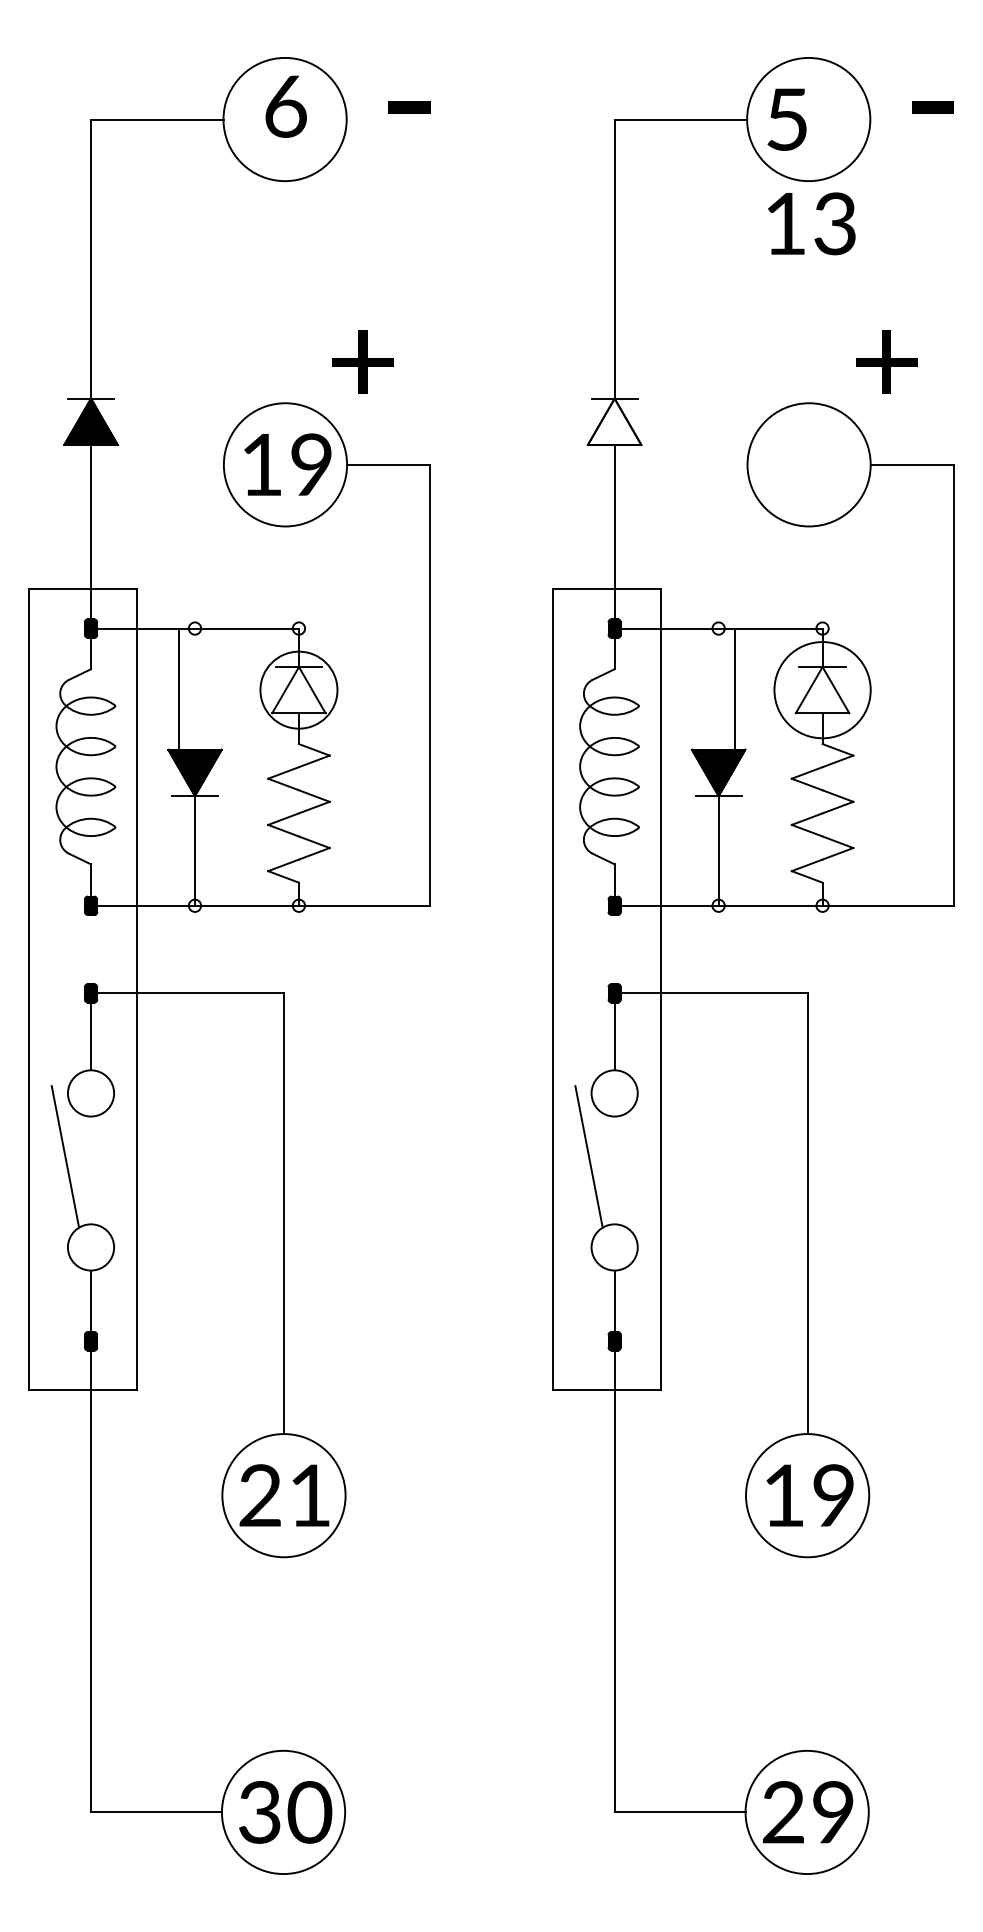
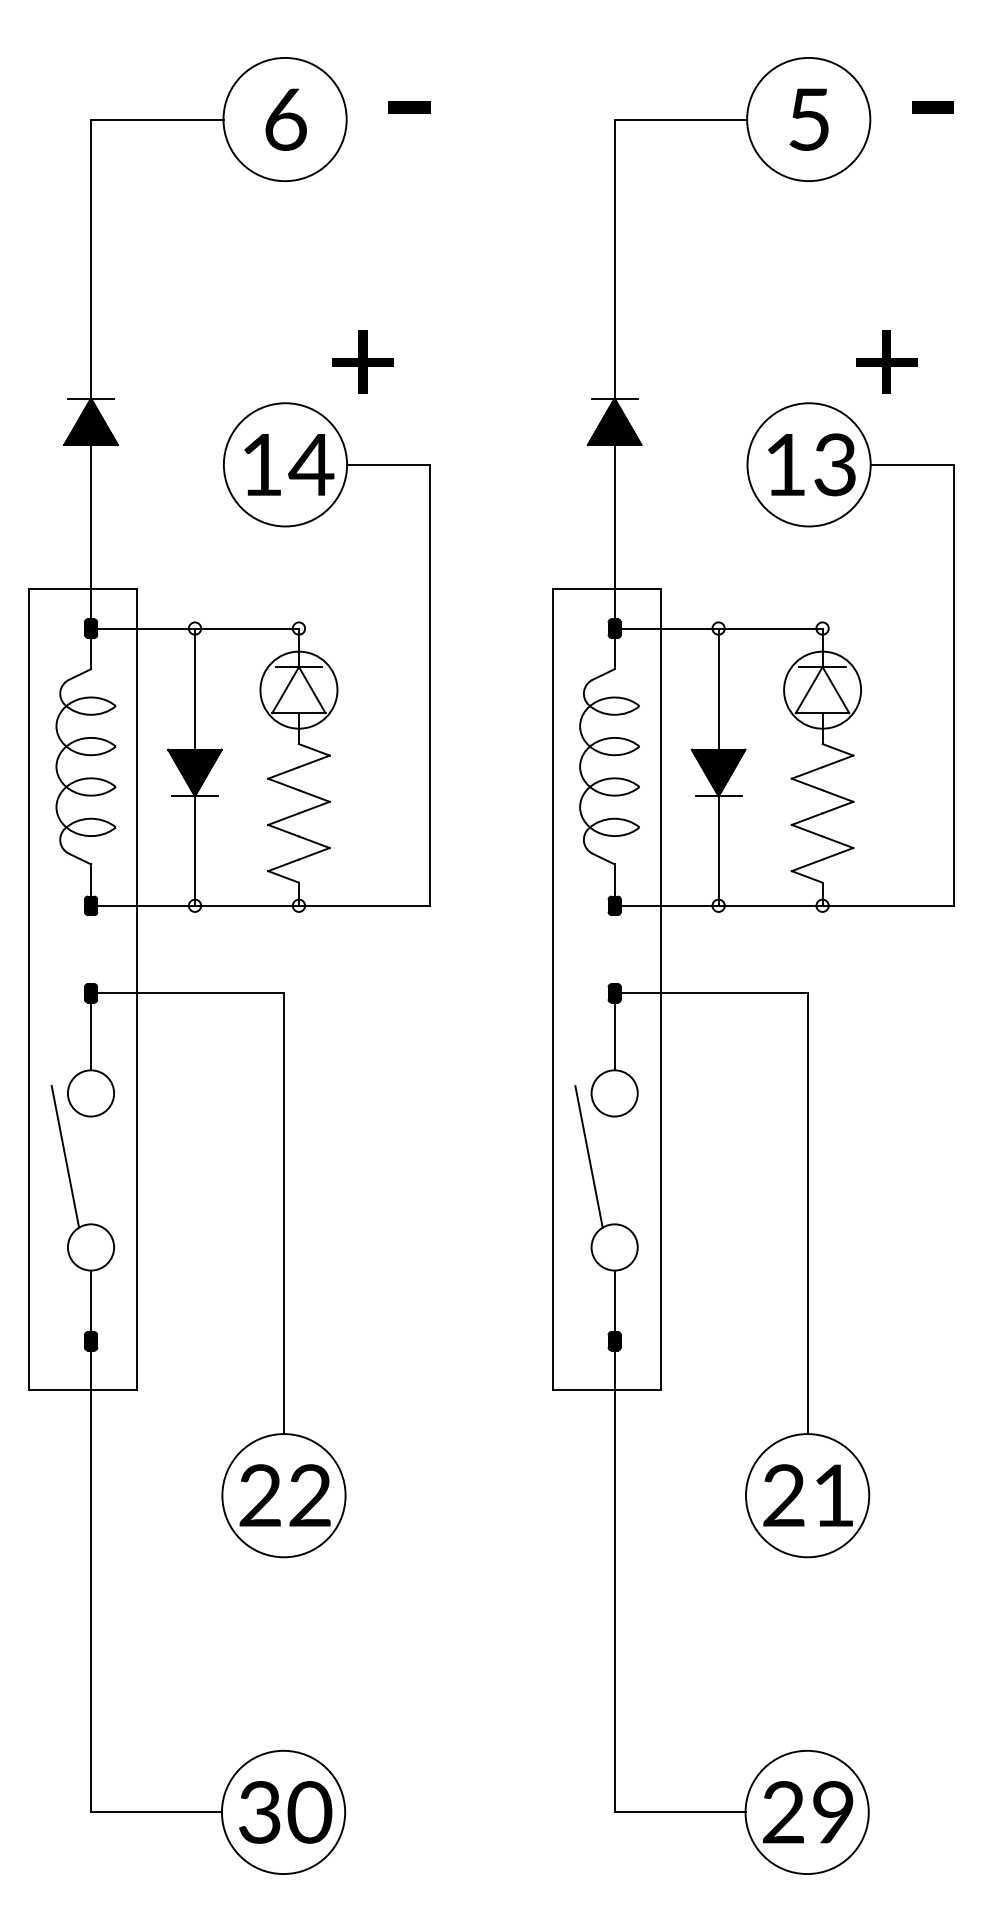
text at (285, 106) position: (285, 106) -> (285, 119)
text at (786, 119) position: (786, 119) -> (808, 119)
text at (811, 223) position: (811, 223) -> (811, 464)
fill at (614, 421): none -> present
text at (311, 464): 19 -> 14
line at (179, 688) position: (179, 688) -> (195, 688)
line at (734, 688) position: (734, 688) -> (718, 688)
circle at (822, 690) diameter: 96 px -> 77 px
text at (309, 1495): 21 -> 22
text at (808, 1495): 19 -> 21
